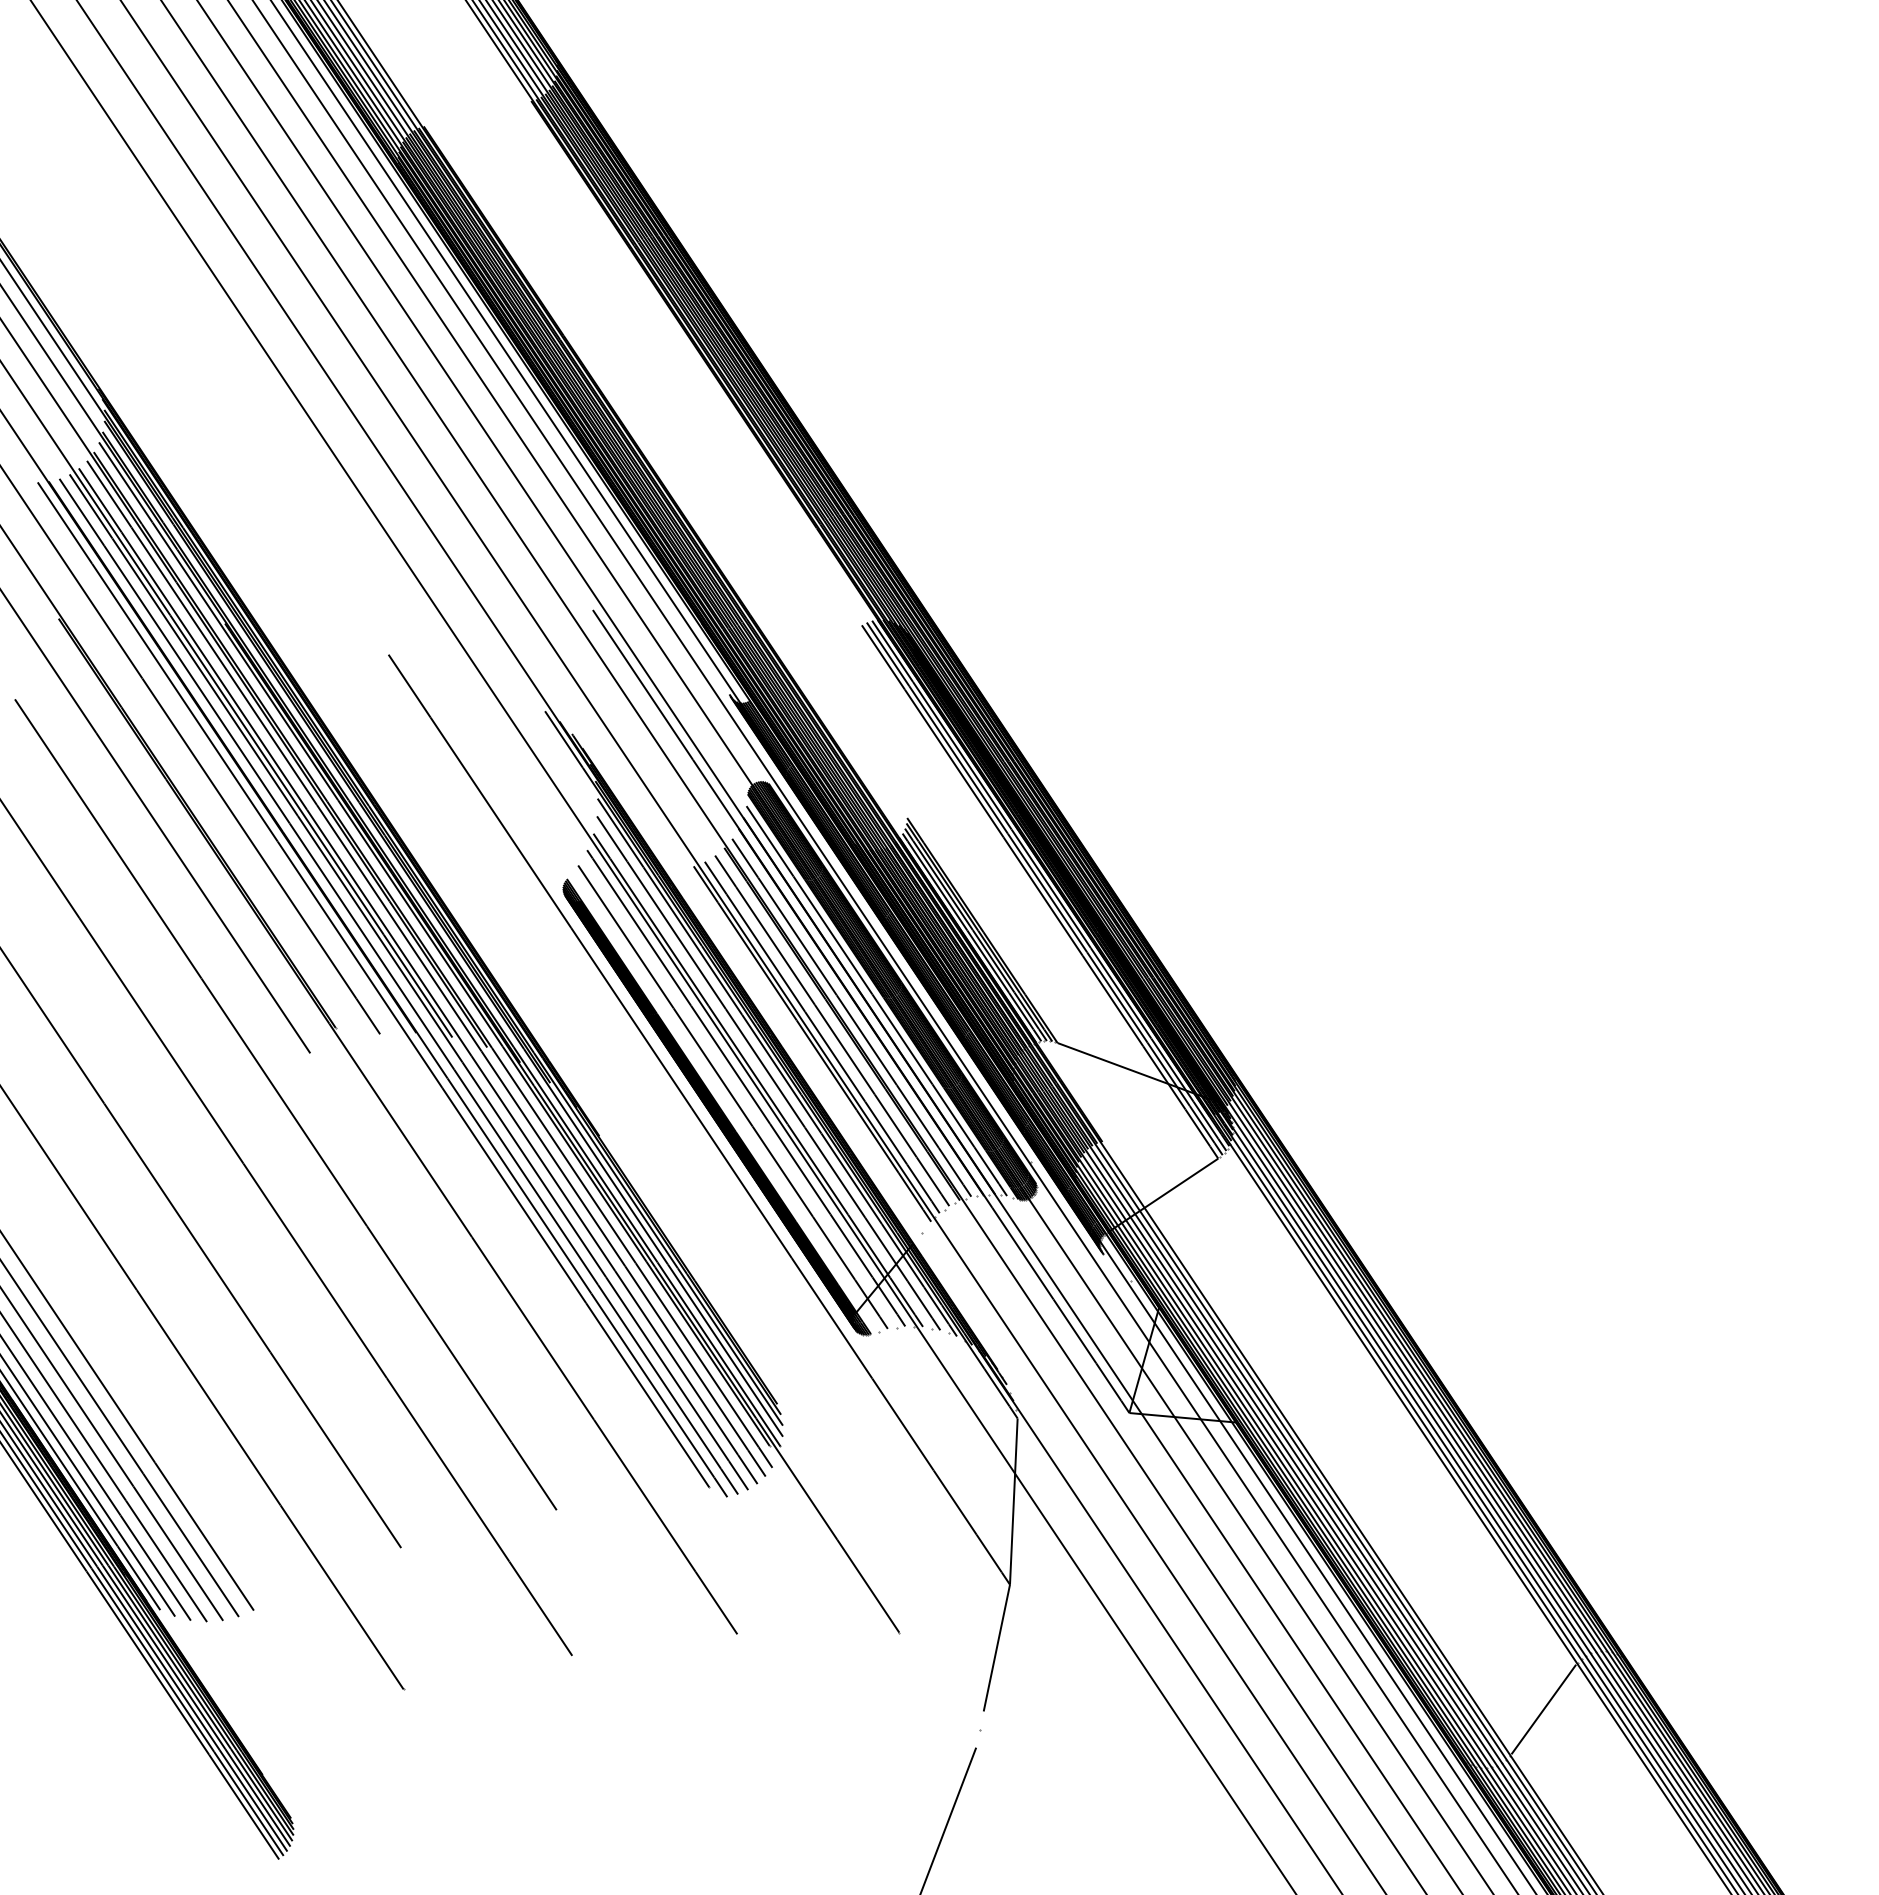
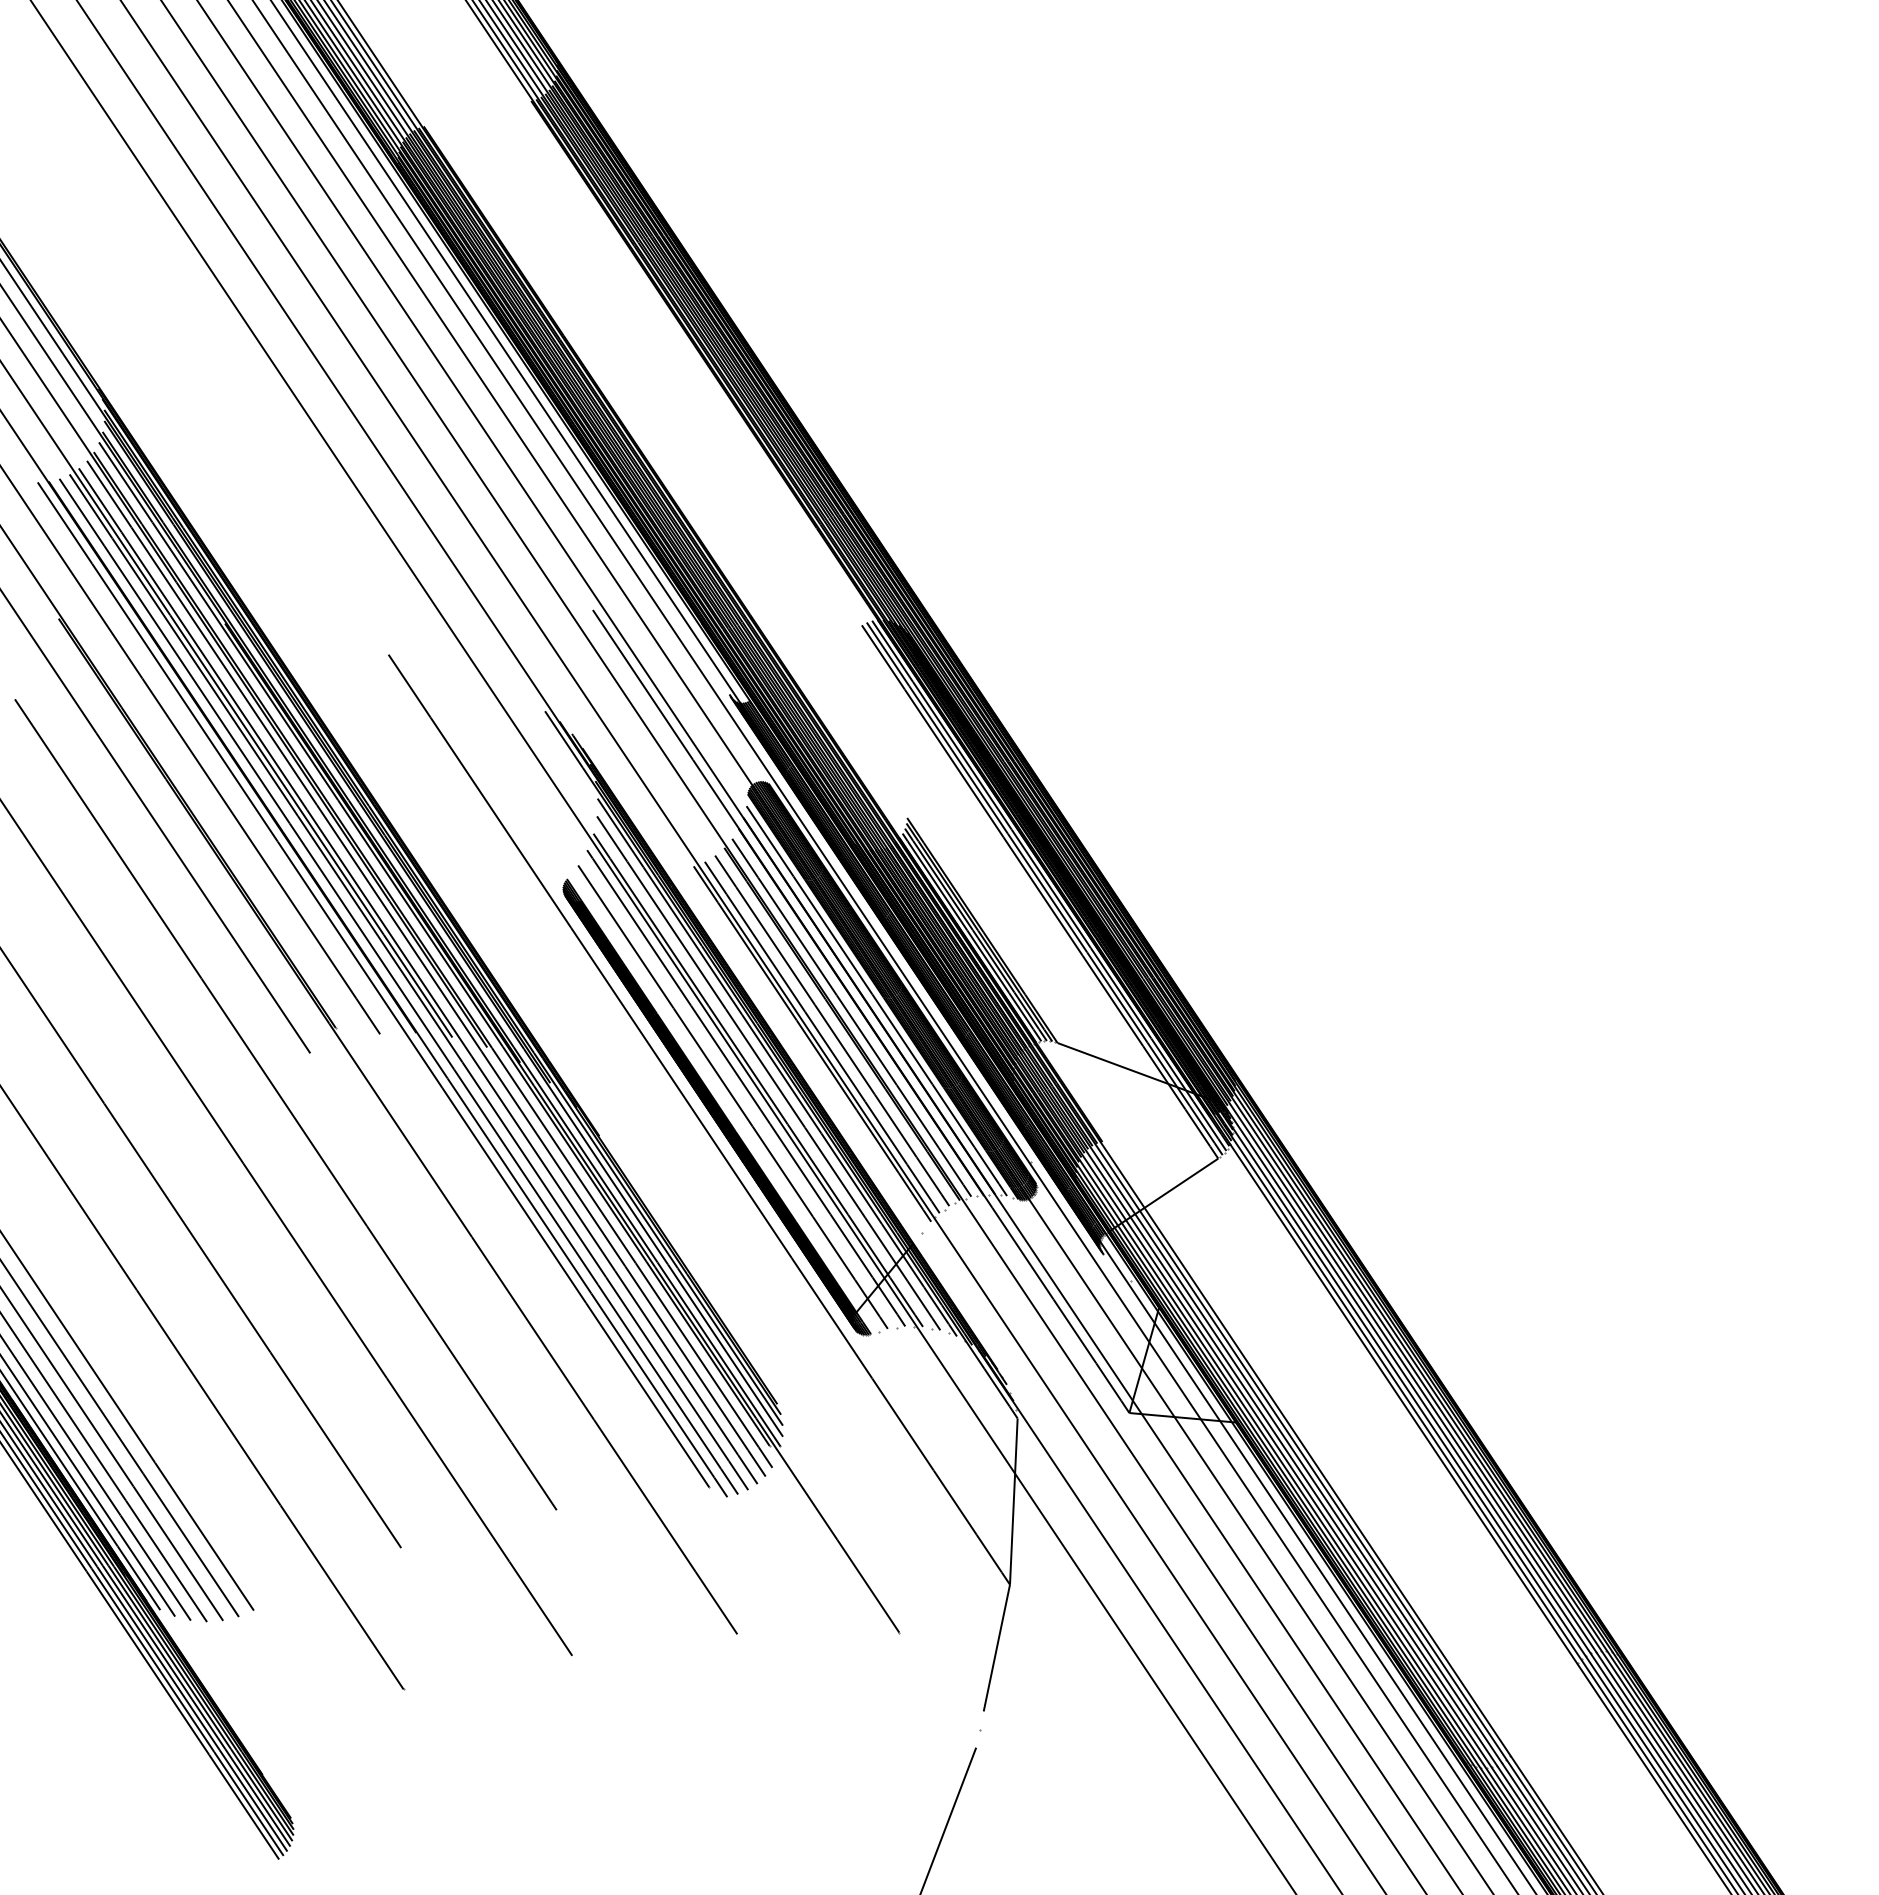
line at (1543, 1709): present -> none
